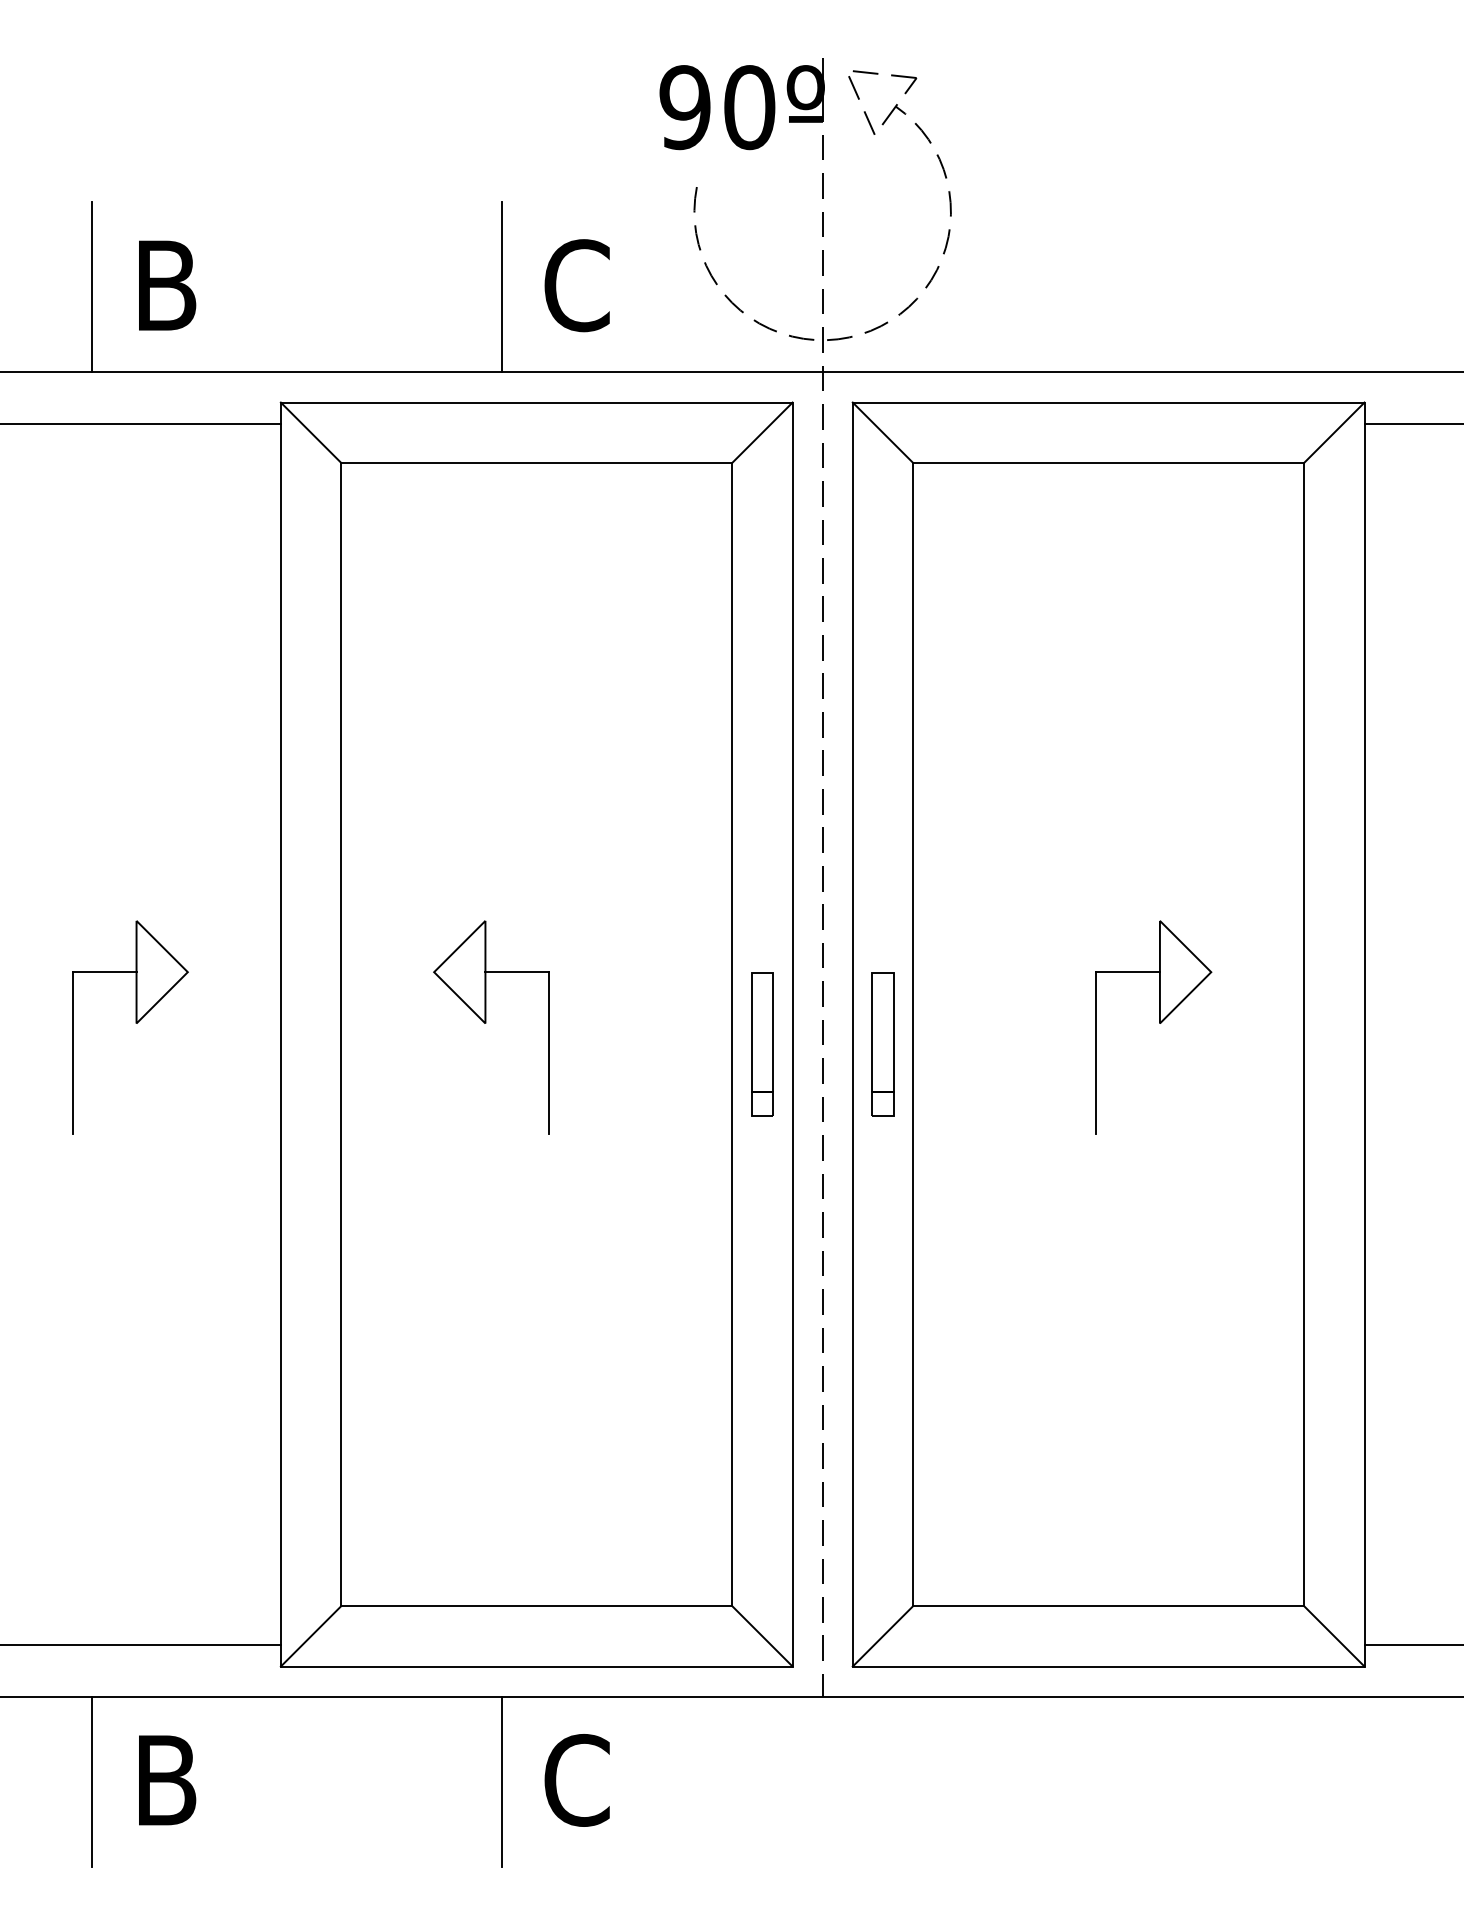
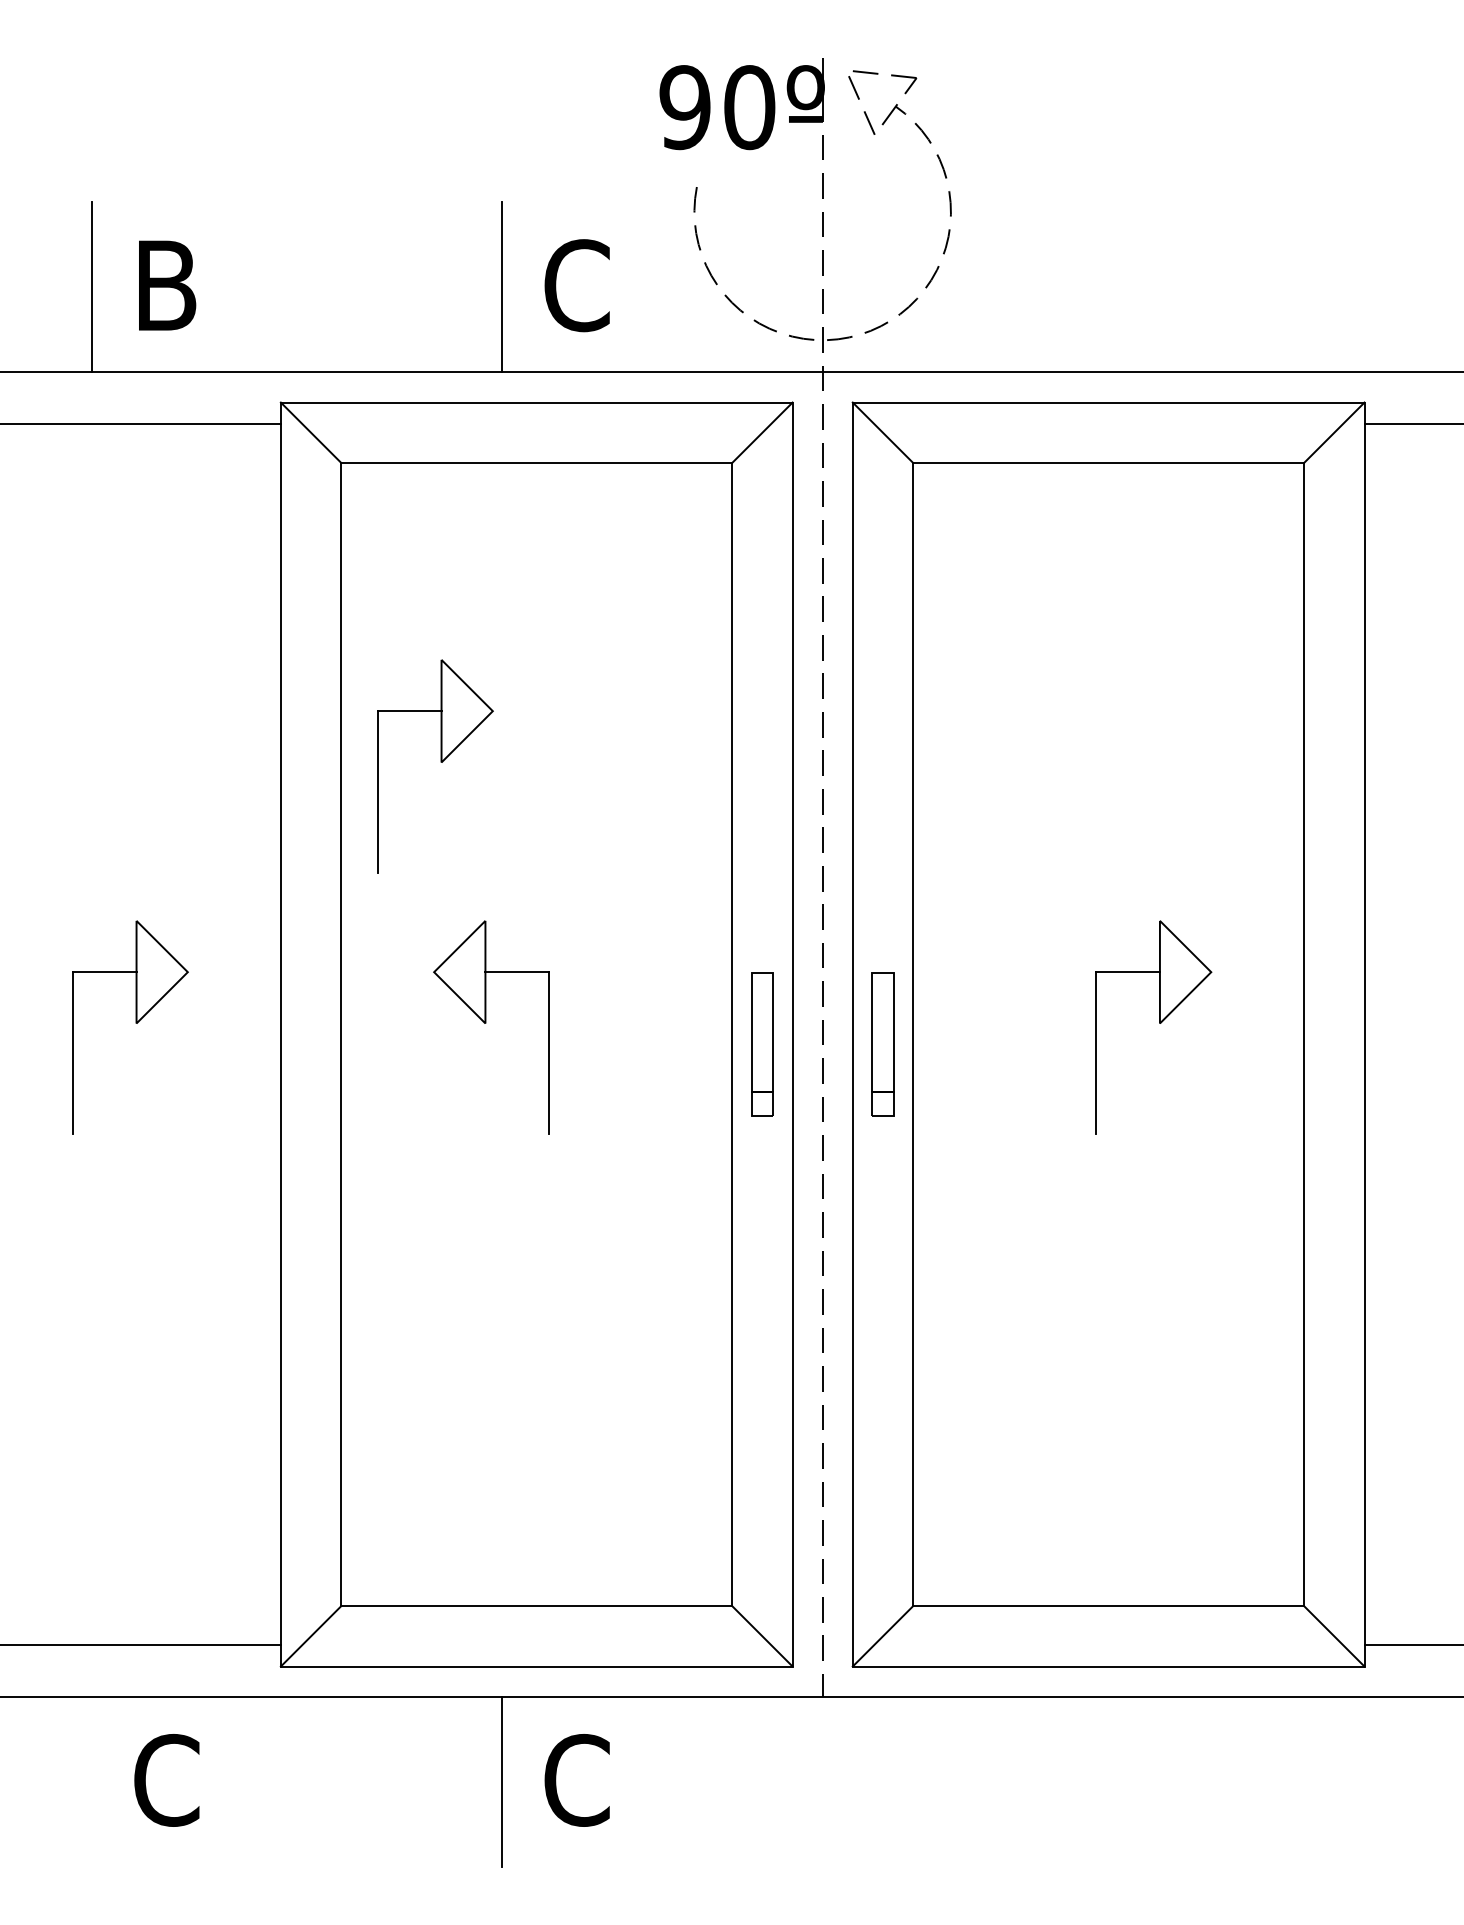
part at (440, 762): none -> present
text at (166, 1780): B -> C
line at (91, 1781): present -> none
